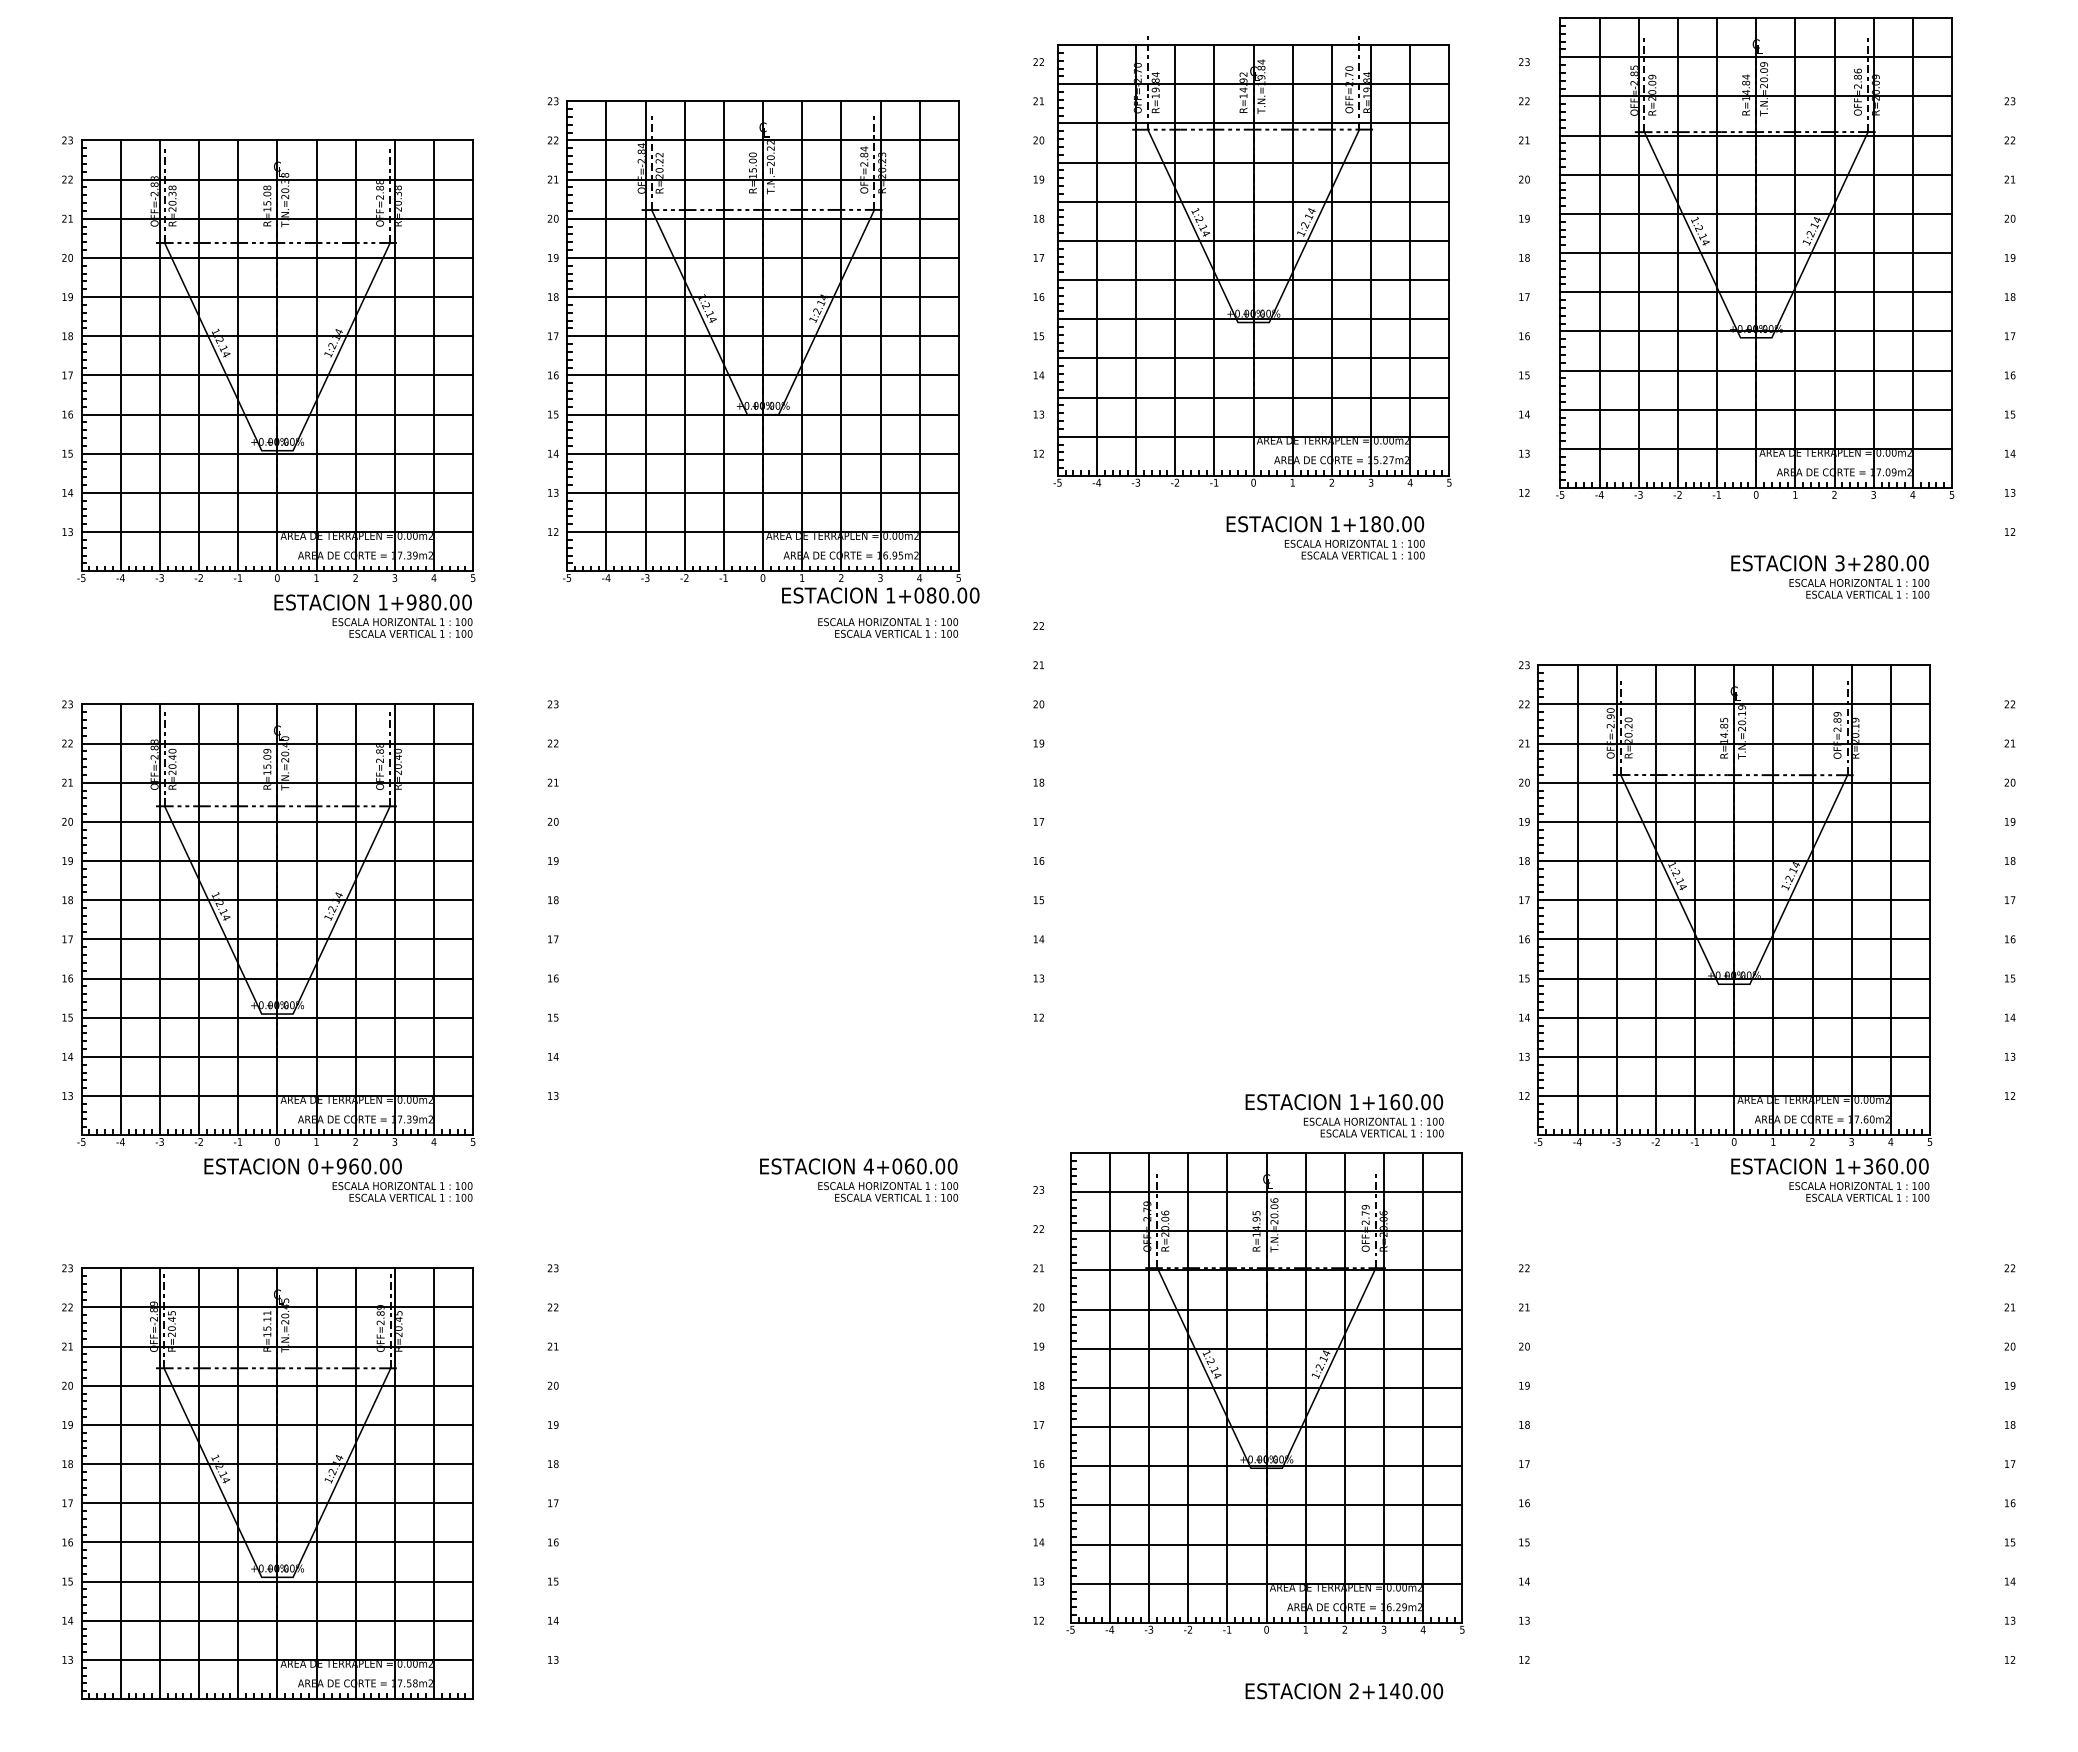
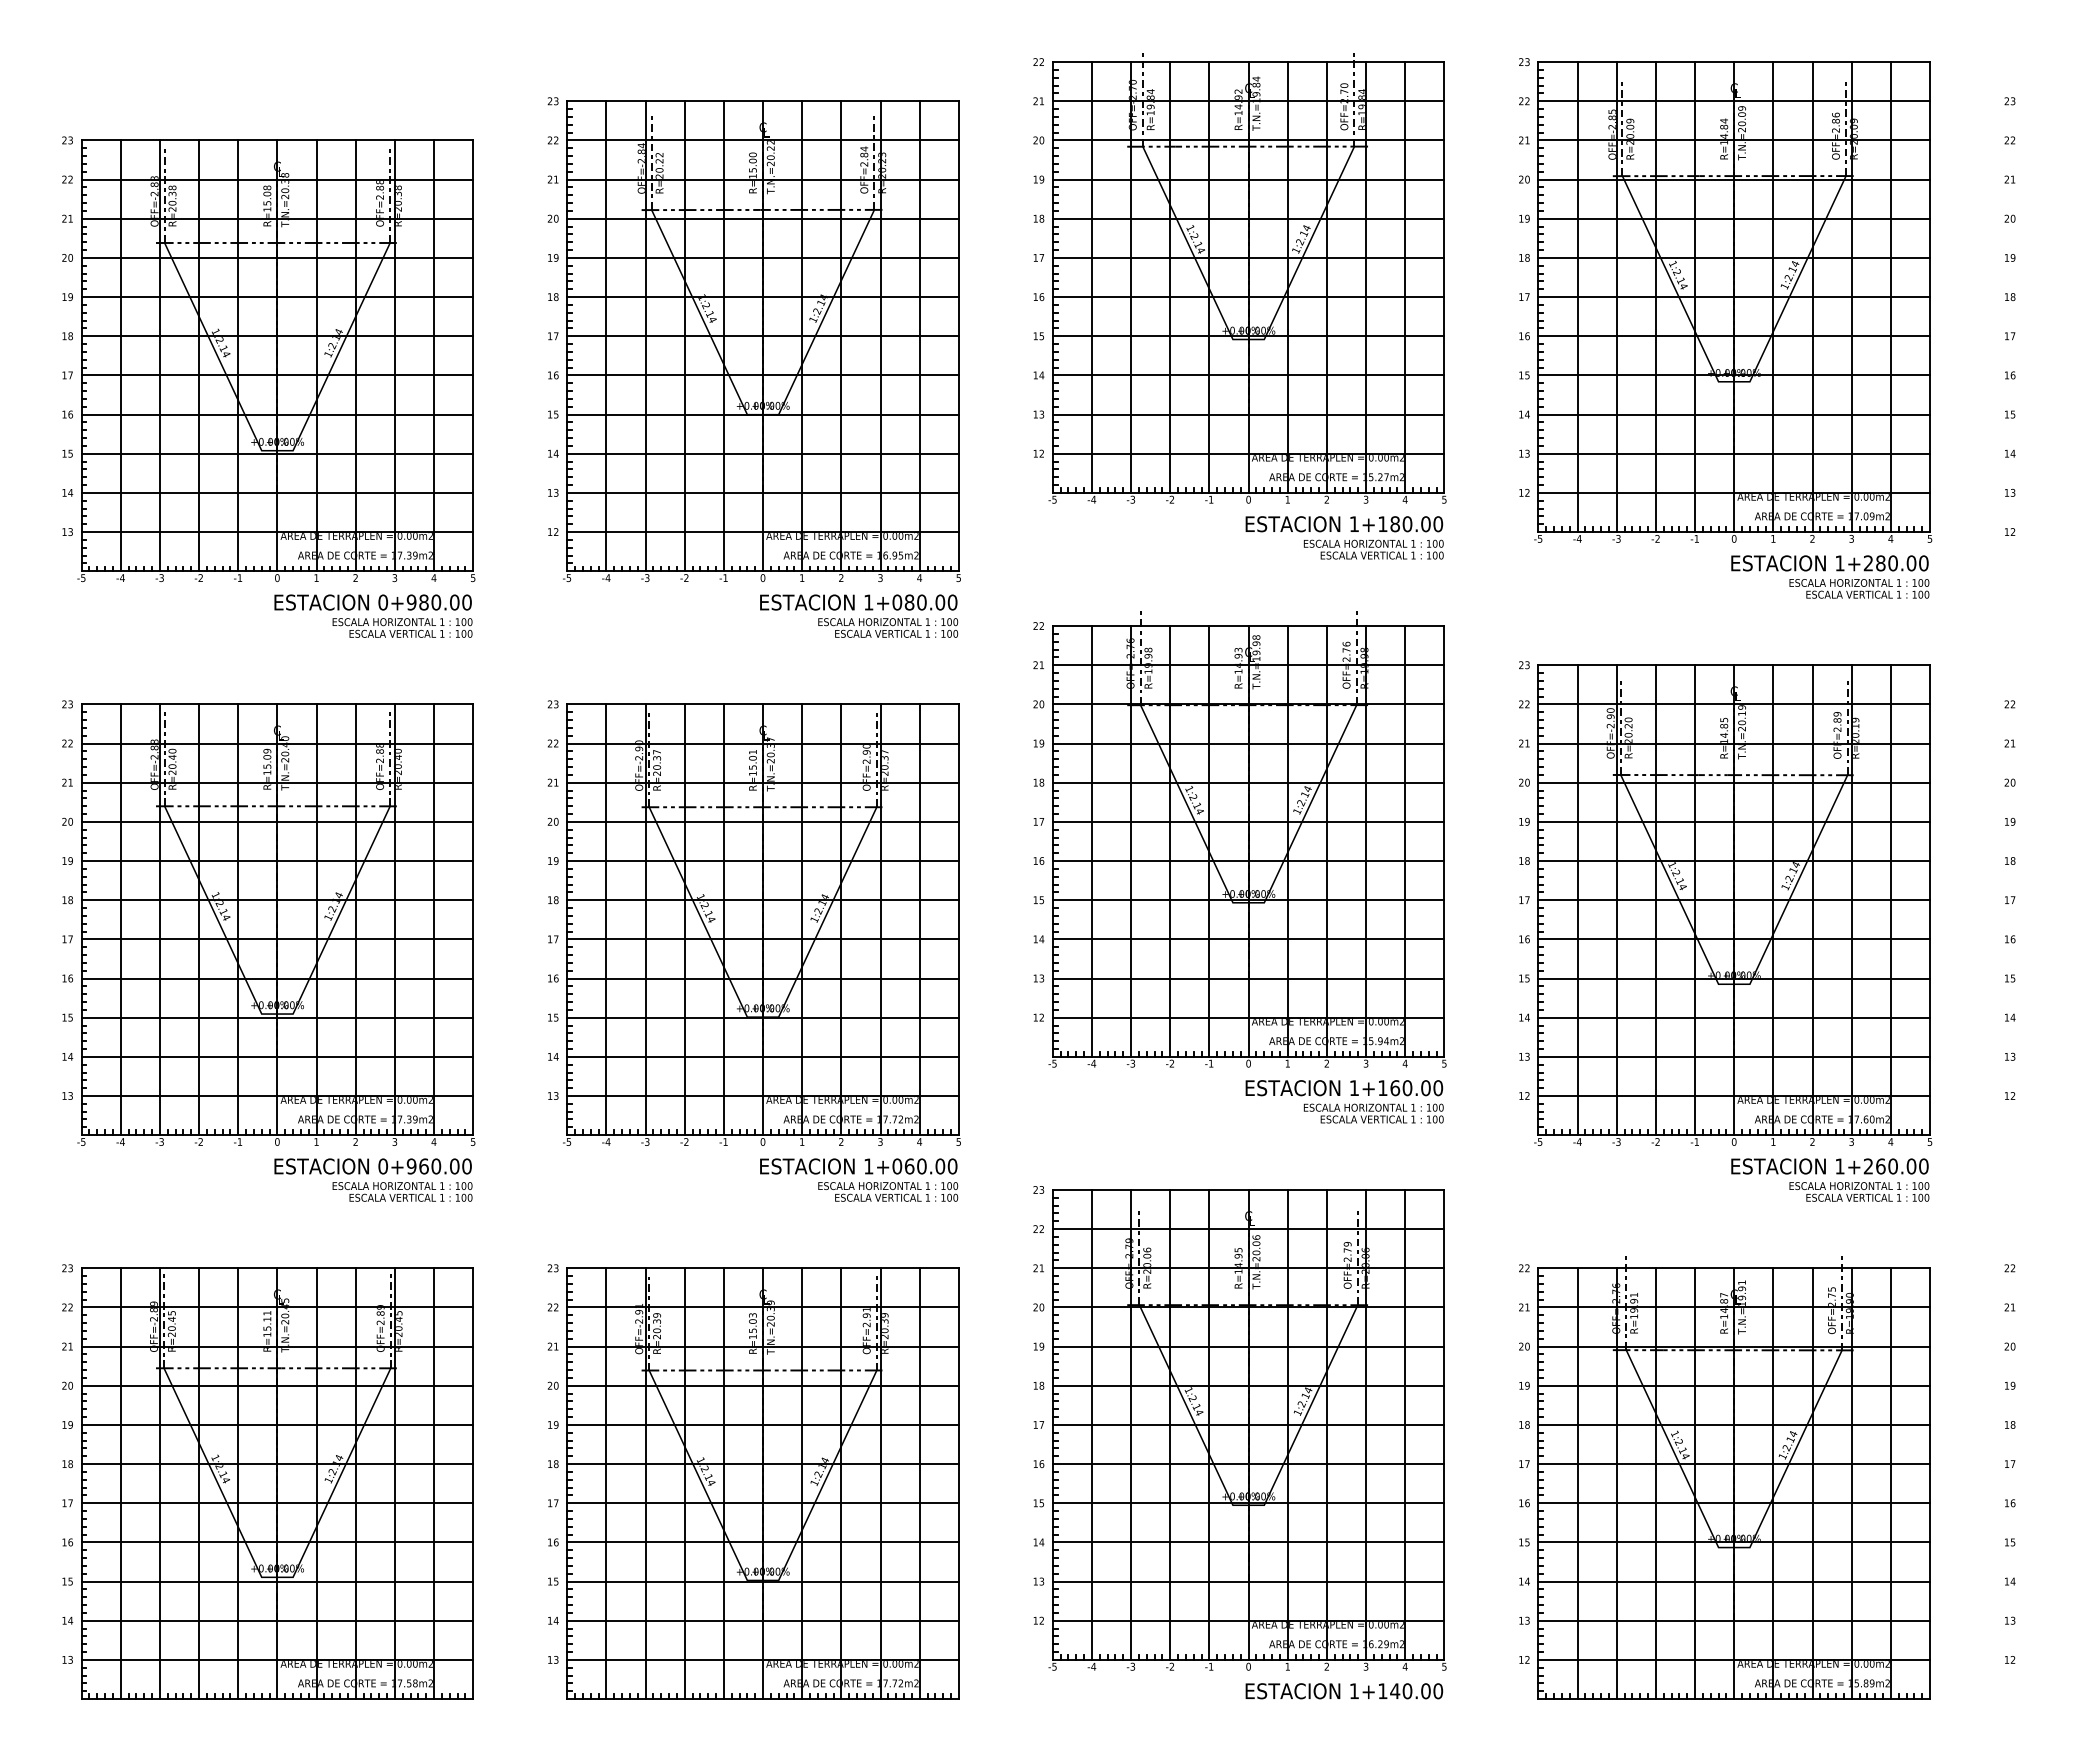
part at (1755, 257) position: (1755, 257) -> (1733, 301)
part at (1252, 261) position: (1252, 261) -> (1247, 278)
text at (1325, 537) position: (1325, 537) -> (1344, 537)
text at (1839, 563): 3+280.00 -> 1+280.00
text at (880, 595) position: (880, 595) -> (858, 602)
text at (383, 602): 1+980.00 -> 0+980.00
part at (1247, 839): none -> present
part at (761, 924): none -> present
text at (1344, 1115) position: (1344, 1115) -> (1344, 1101)
text at (302, 1166) position: (302, 1166) -> (372, 1166)
text at (868, 1166): 4+060.00 -> 1+060.00
text at (1868, 1166): 1+360.00 -> 1+260.00
part at (1265, 1392) position: (1265, 1392) -> (1247, 1429)
part at (1733, 1477): none -> present
part at (762, 1483): none -> present
text at (1353, 1690): 2+140.00 -> 1+140.00
